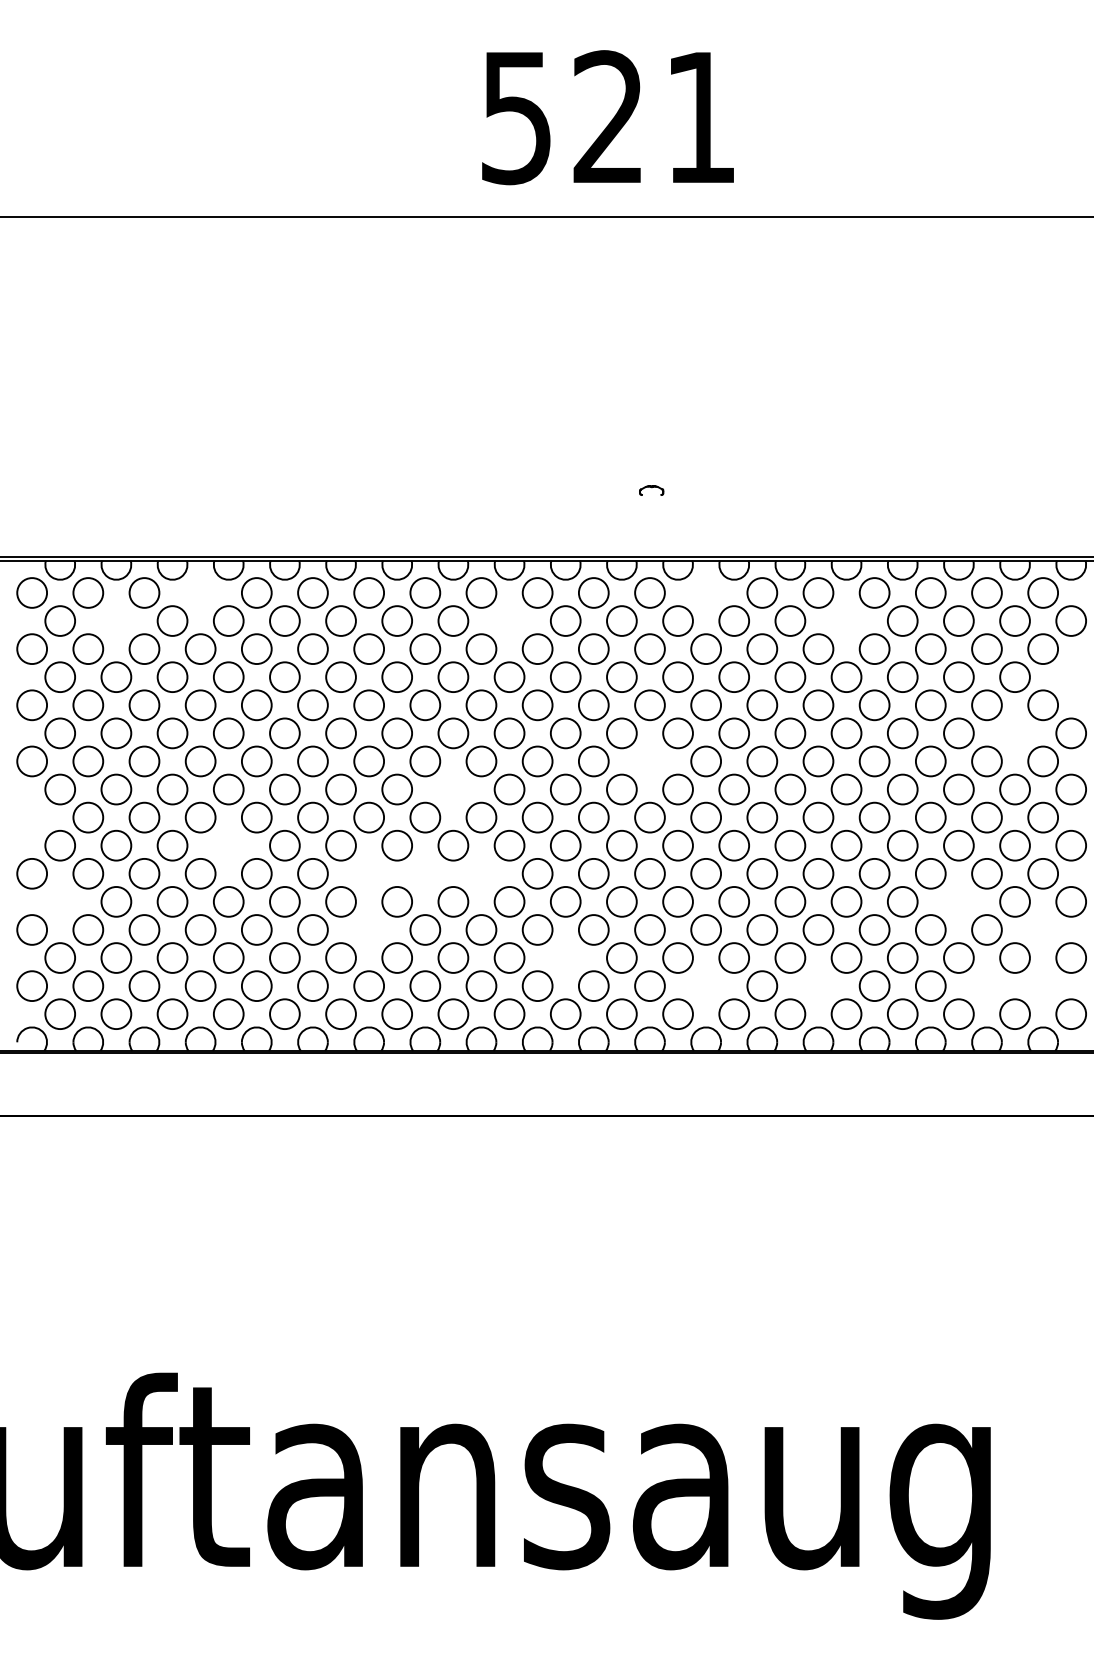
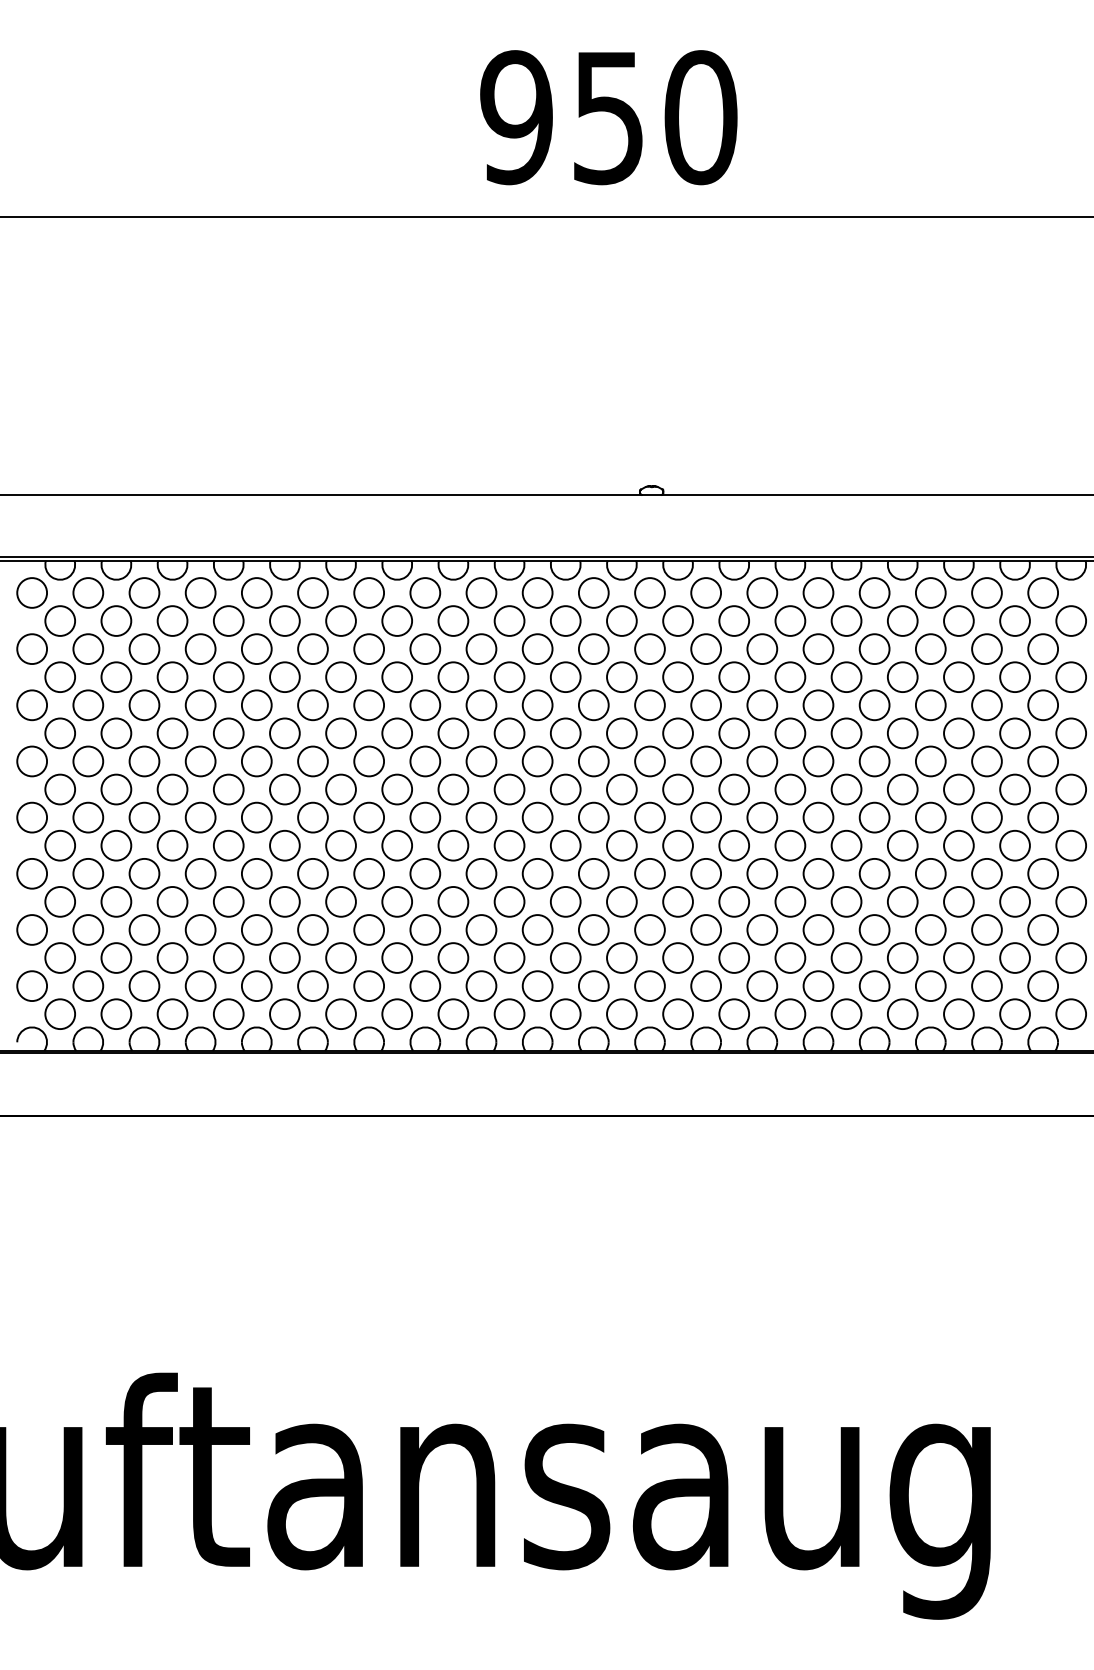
text at (608, 117): 521 -> 950
line at (546, 494): none -> present
circle at (200, 592): none -> present
circle at (705, 592): none -> present
circle at (116, 620): none -> present
circle at (509, 620): none -> present
circle at (846, 620): none -> present
circle at (1070, 676): none -> present
circle at (1014, 733): none -> present
circle at (649, 761): none -> present
circle at (453, 789): none -> present
circle at (31, 817): none -> present
circle at (228, 845): none -> present
circle at (368, 873): none -> present
circle at (425, 873): none -> present
circle at (481, 873): none -> present
circle at (59, 901): none -> present
circle at (958, 901): none -> present
circle at (368, 929): none -> present
circle at (1042, 929): none -> present
circle at (565, 957): none -> present
circle at (705, 985): none -> present
circle at (818, 985): none -> present
circle at (986, 985): none -> present
circle at (1042, 985): none -> present
